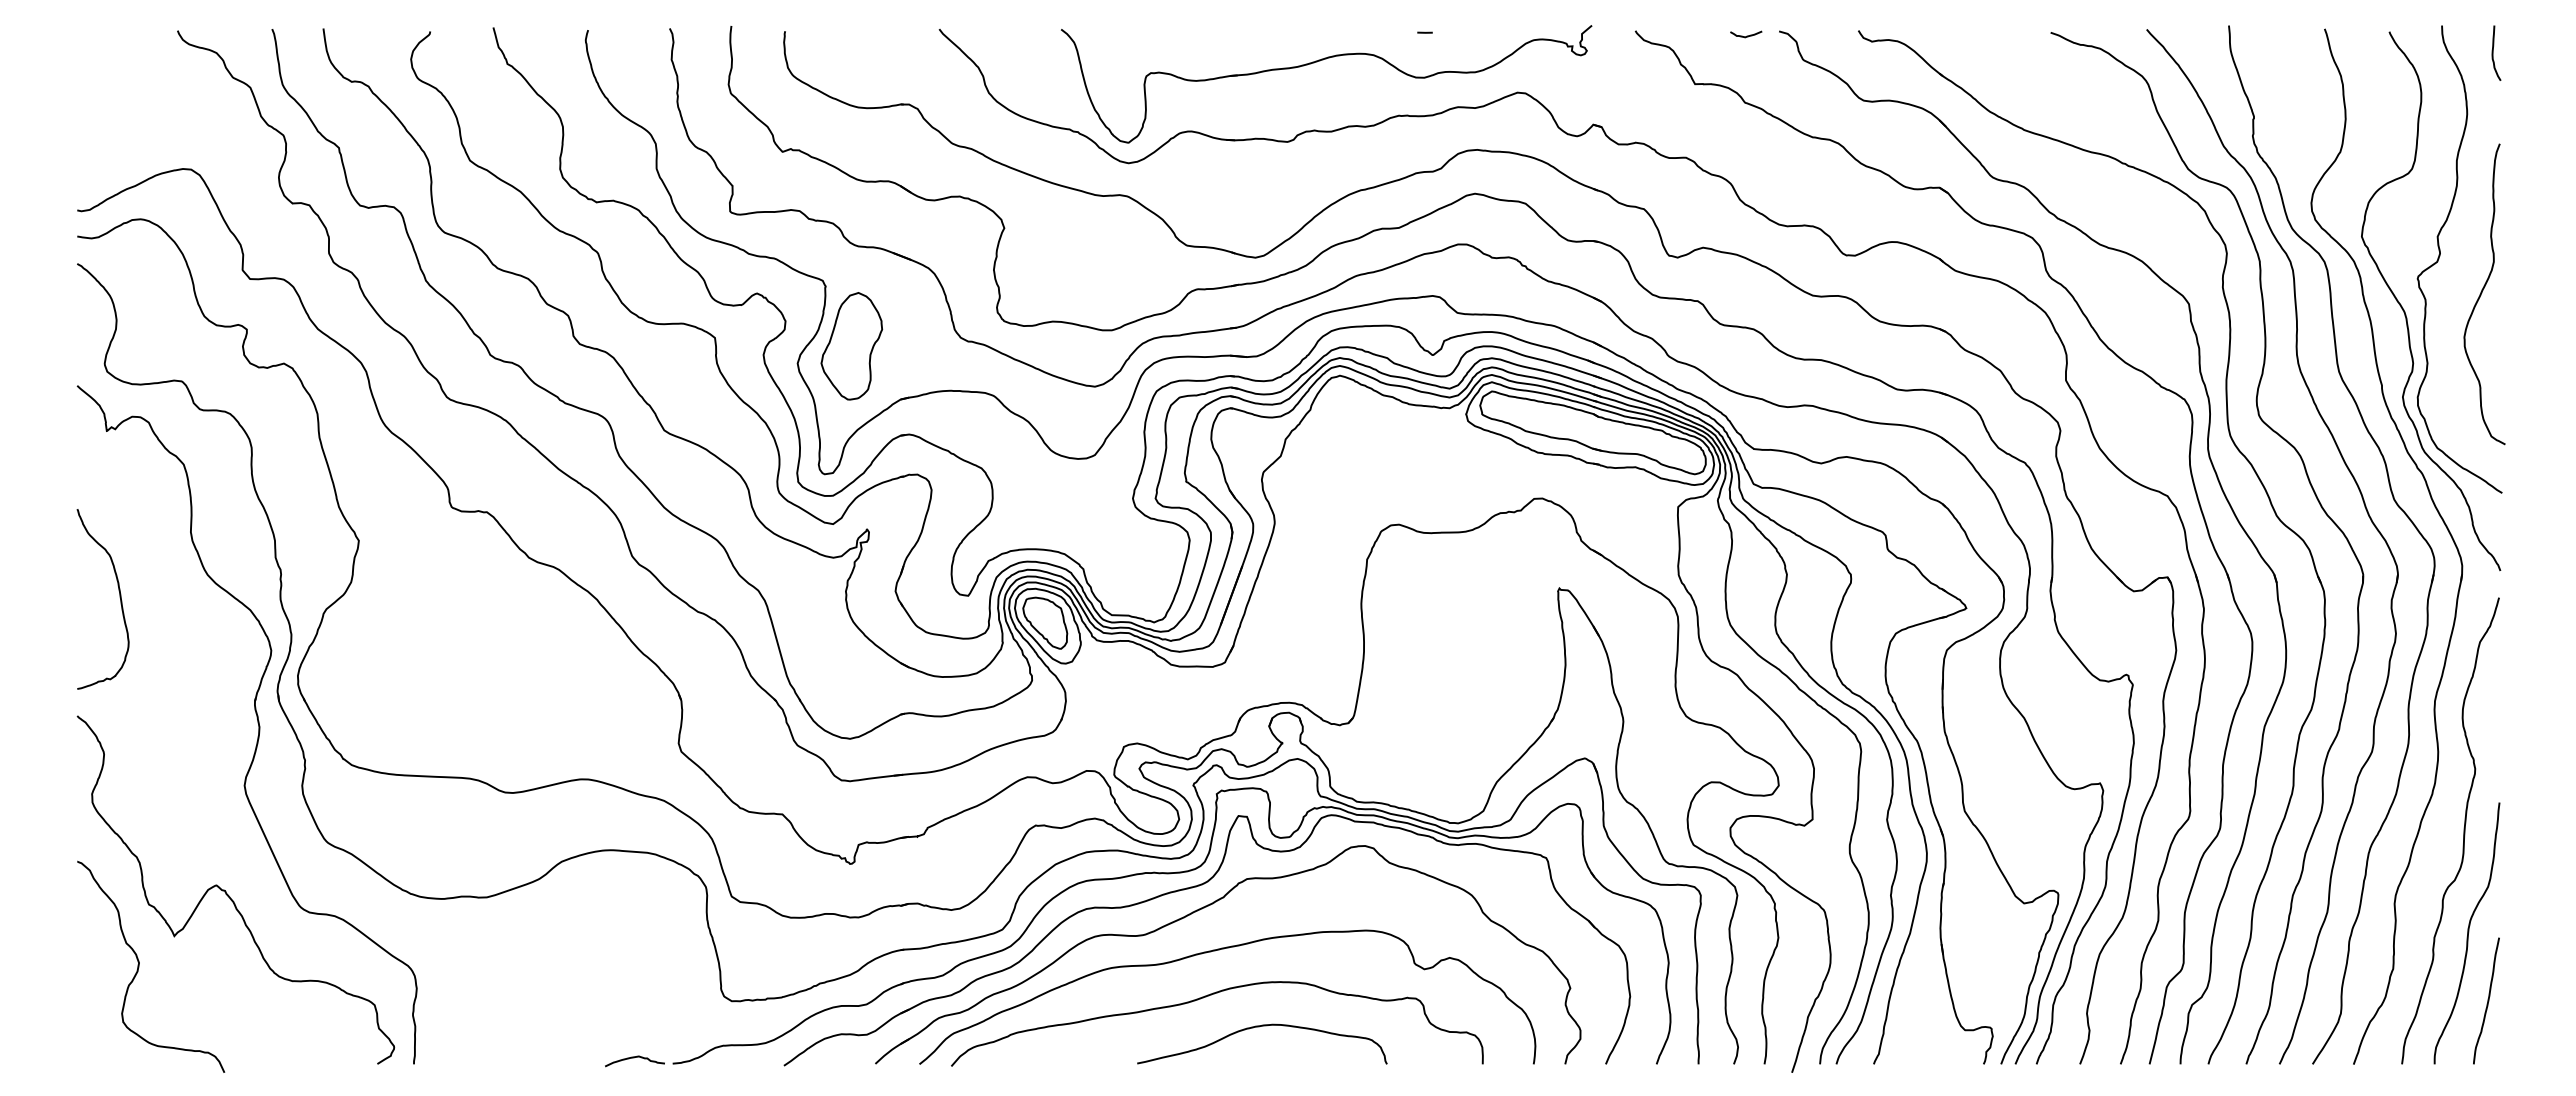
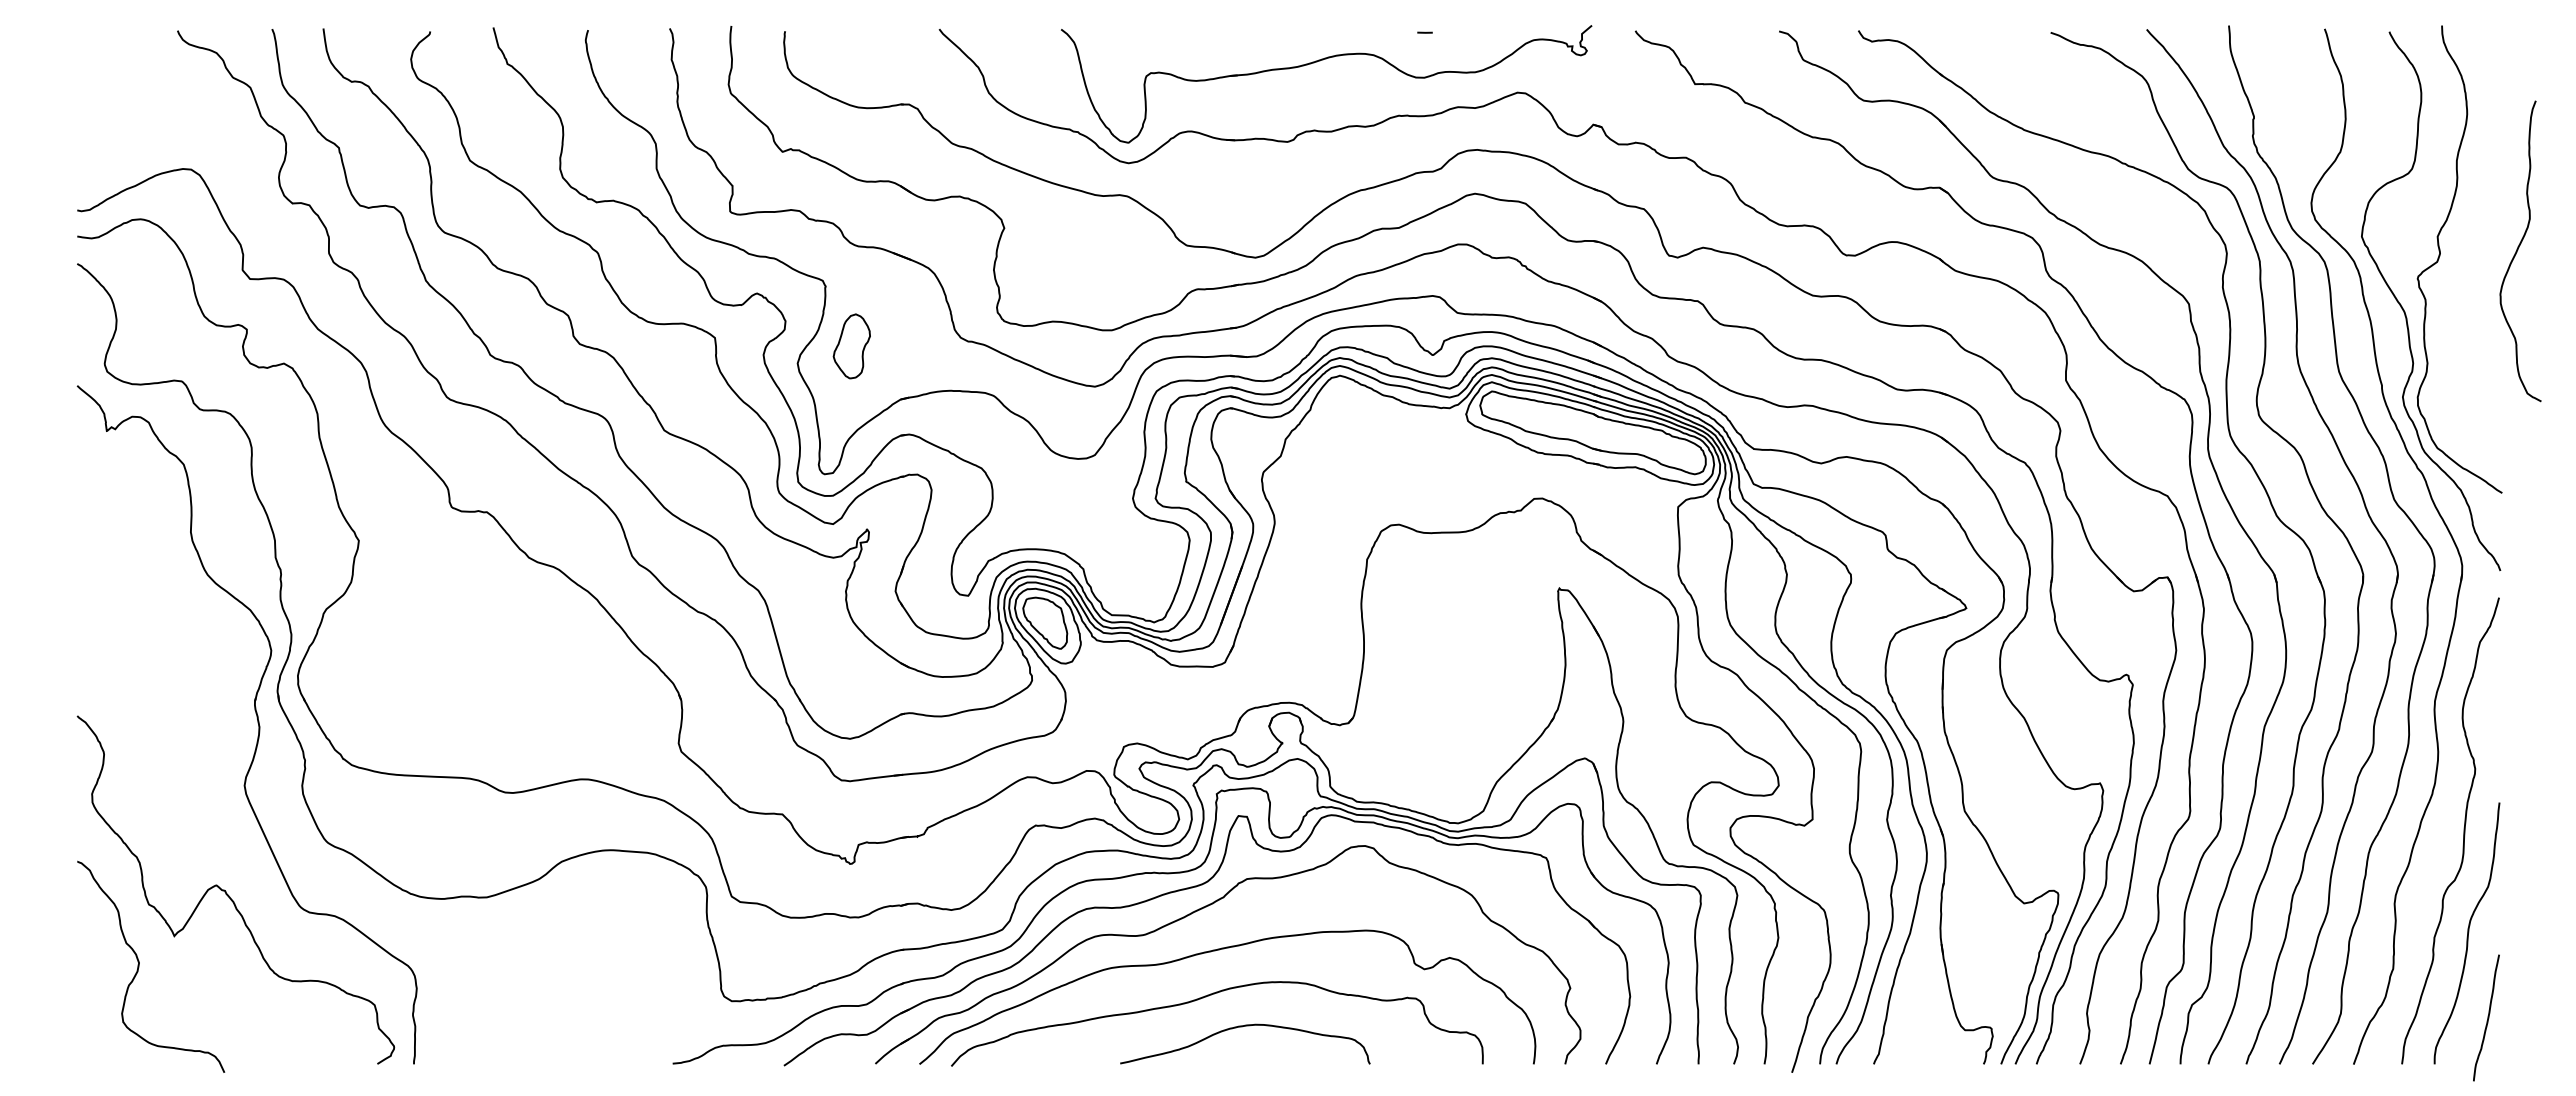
curve at (1746, 35): present -> none
curve at (2493, 52): present -> none
curve at (2482, 293) position: (2482, 293) -> (2518, 250)
part at (851, 346) size: 64x109 px -> 39x67 px
curve at (119, 597): present -> none
curve at (2487, 1000) position: (2487, 1000) -> (2487, 1017)
curve at (1259, 1027) position: (1259, 1027) -> (1242, 1027)
curve at (634, 1058): present -> none
